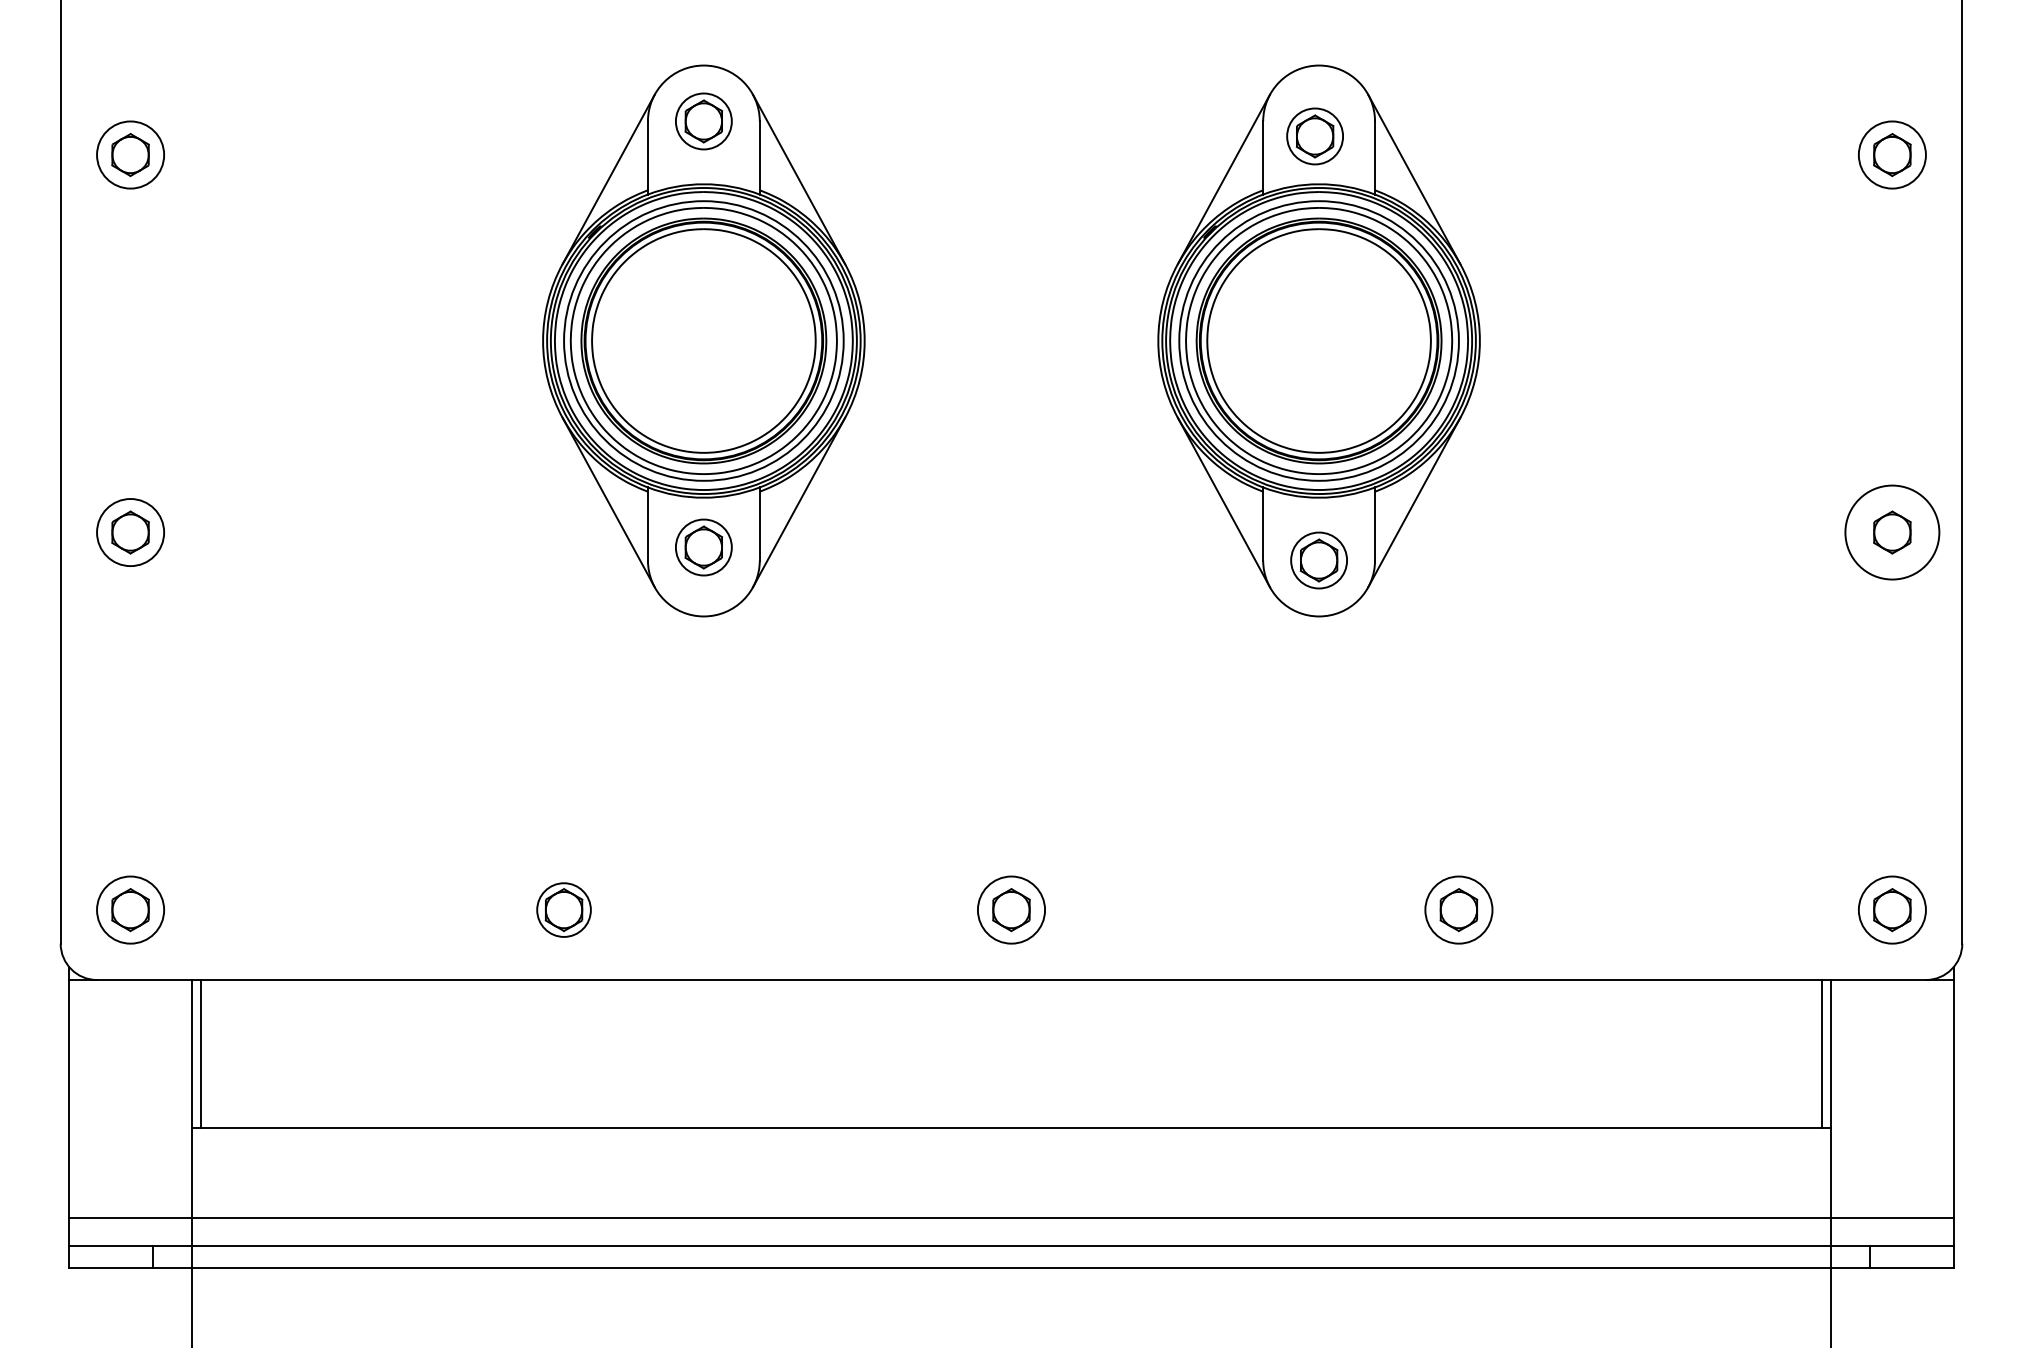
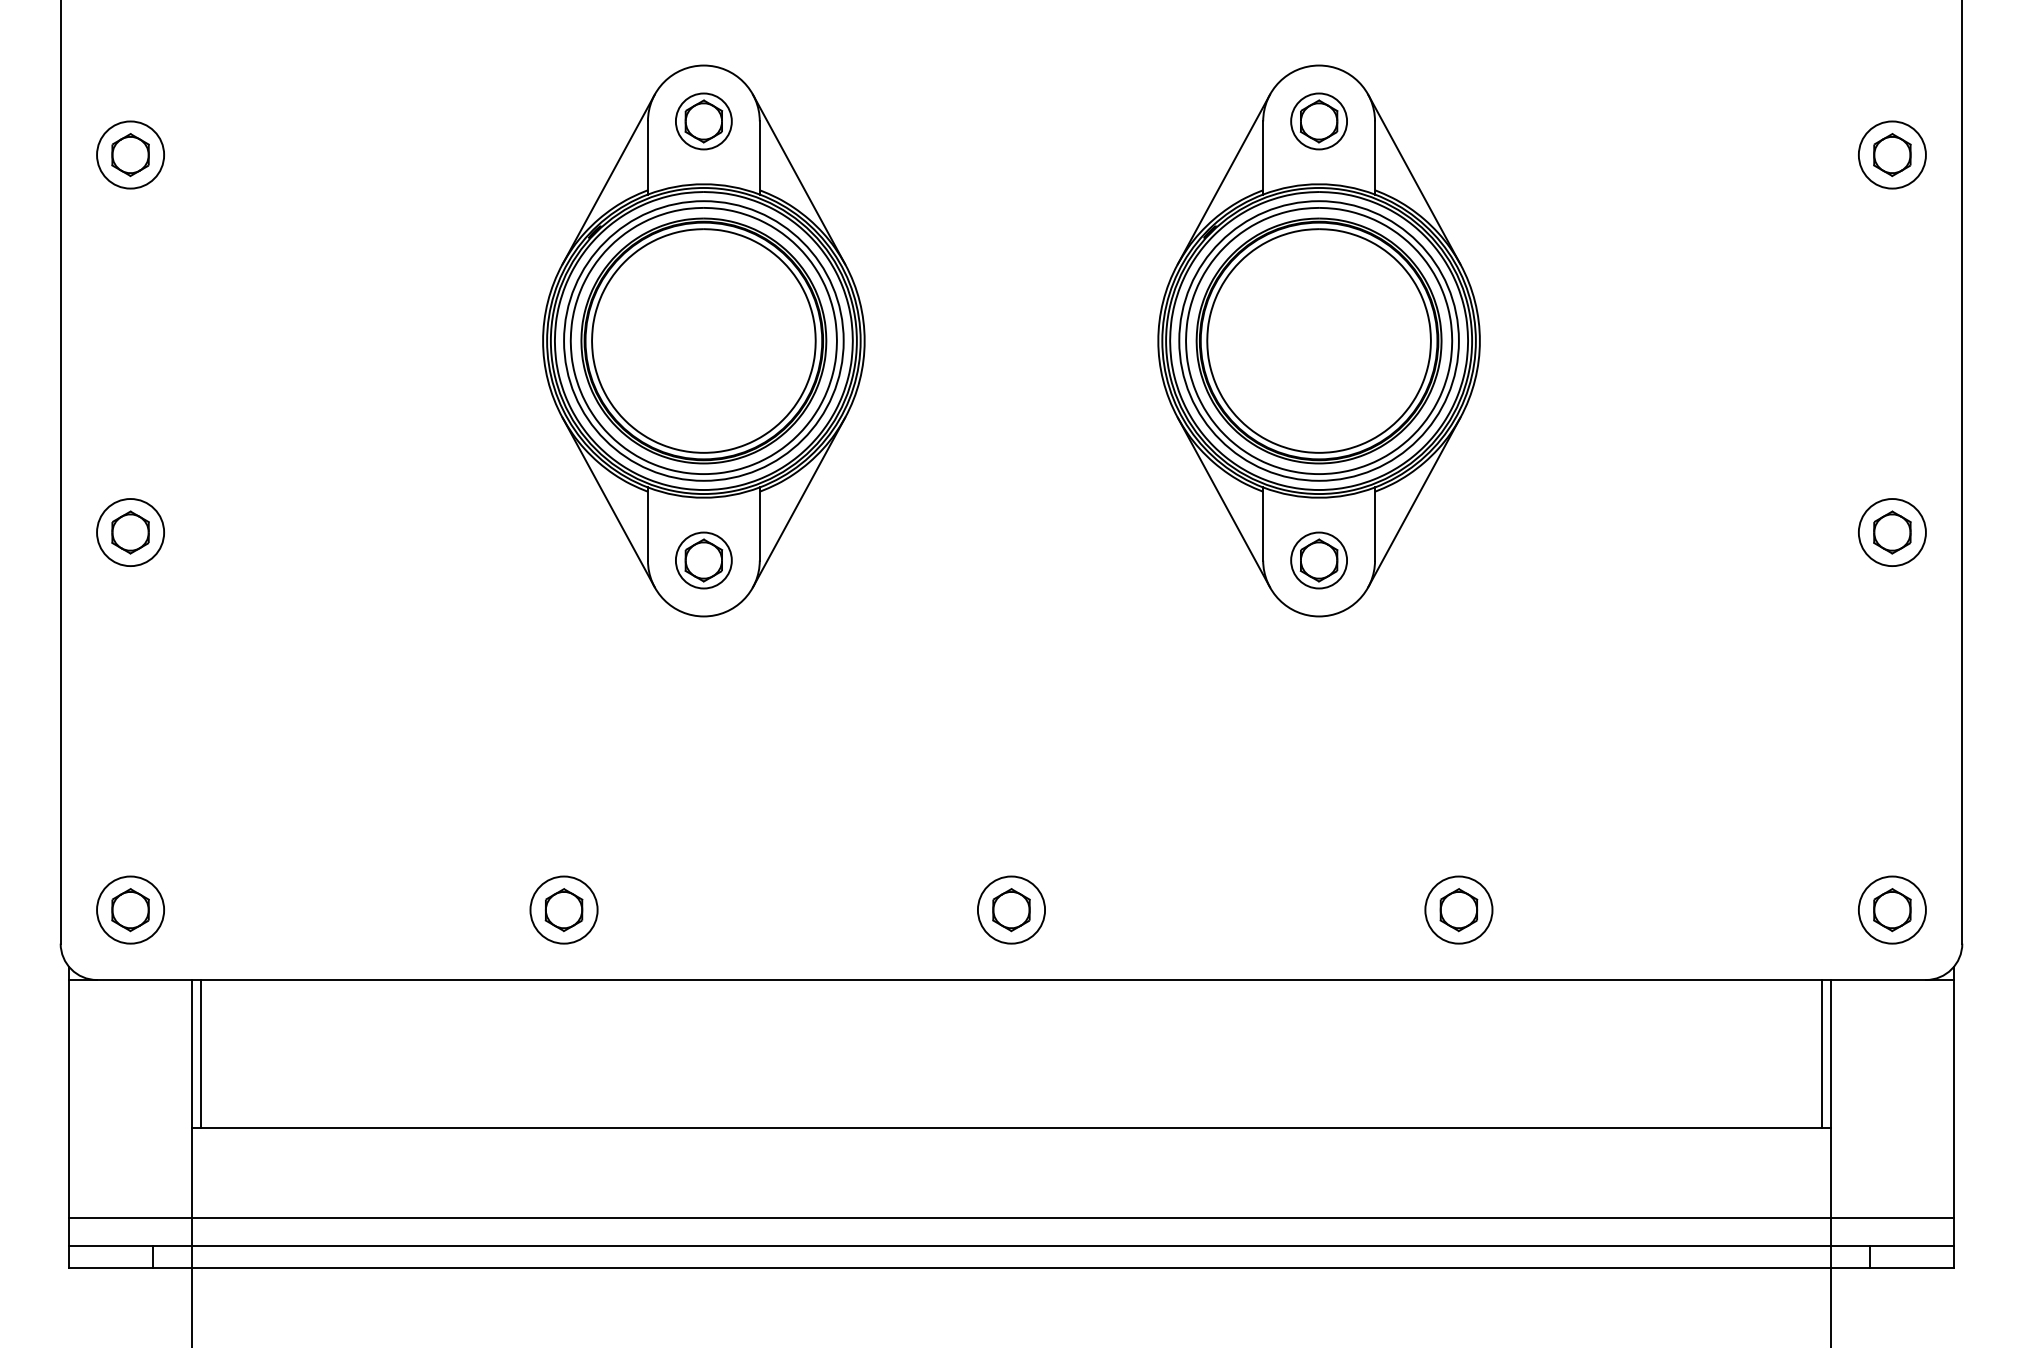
part at (1314, 136) position: (1314, 136) -> (1318, 121)
circle at (1892, 532) diameter: 94 px -> 67 px
part at (703, 547) position: (703, 547) -> (703, 560)
circle at (563, 909) diameter: 54 px -> 67 px
